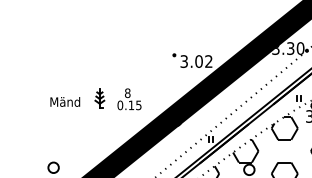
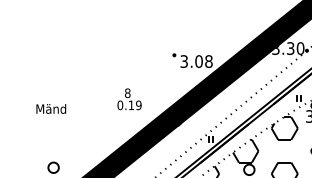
text at (208, 61): 3.02 -> 3.08
part at (99, 98): present -> none
text at (65, 101) position: (65, 101) -> (51, 108)
text at (138, 104): 0.15 -> 0.19
